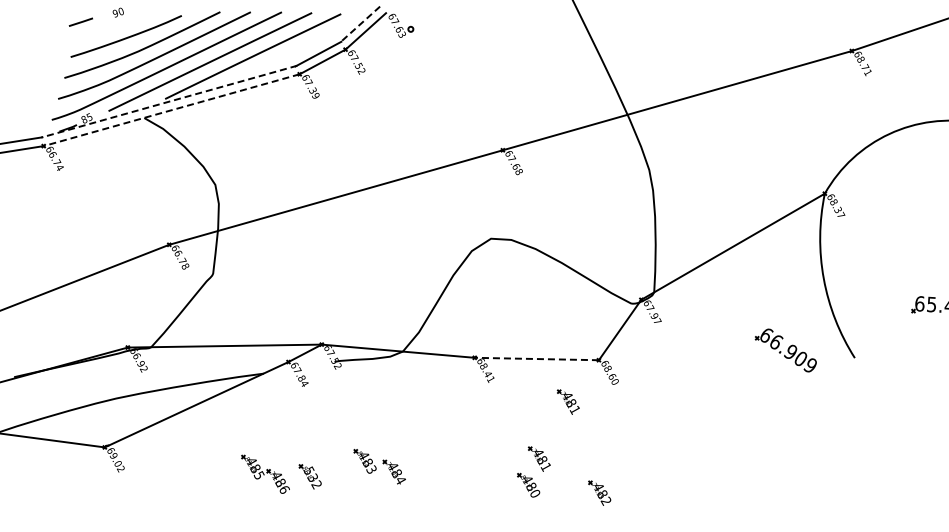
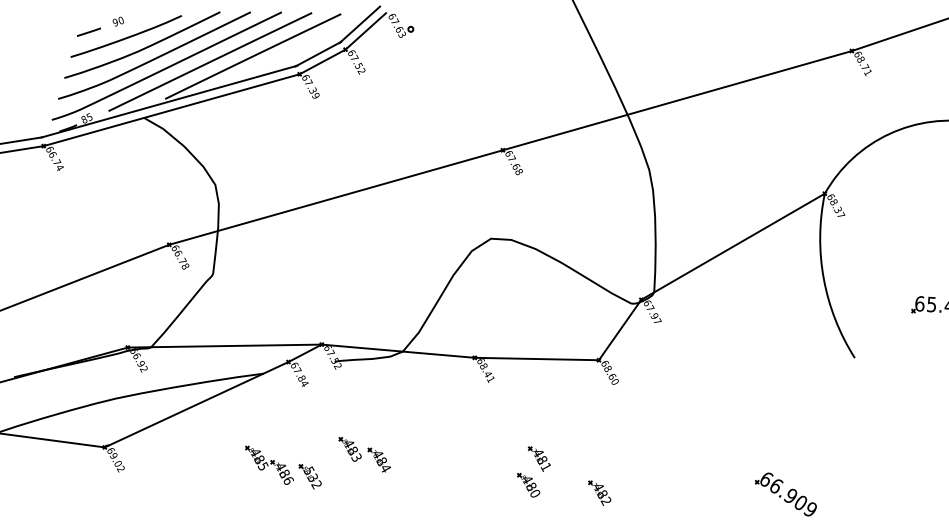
text at (117, 12) position: (117, 12) -> (117, 21)
line at (80, 21) position: (80, 21) -> (88, 31)
line at (359, 25): dashed -> solid
line at (169, 101): dashed -> solid
line at (171, 110): dashed -> solid
part at (785, 350) position: (785, 350) -> (785, 494)
line at (536, 359): dashed -> solid
part at (567, 401): present -> none
part at (379, 466) position: (379, 466) -> (364, 454)
part at (265, 473) position: (265, 473) -> (269, 464)
